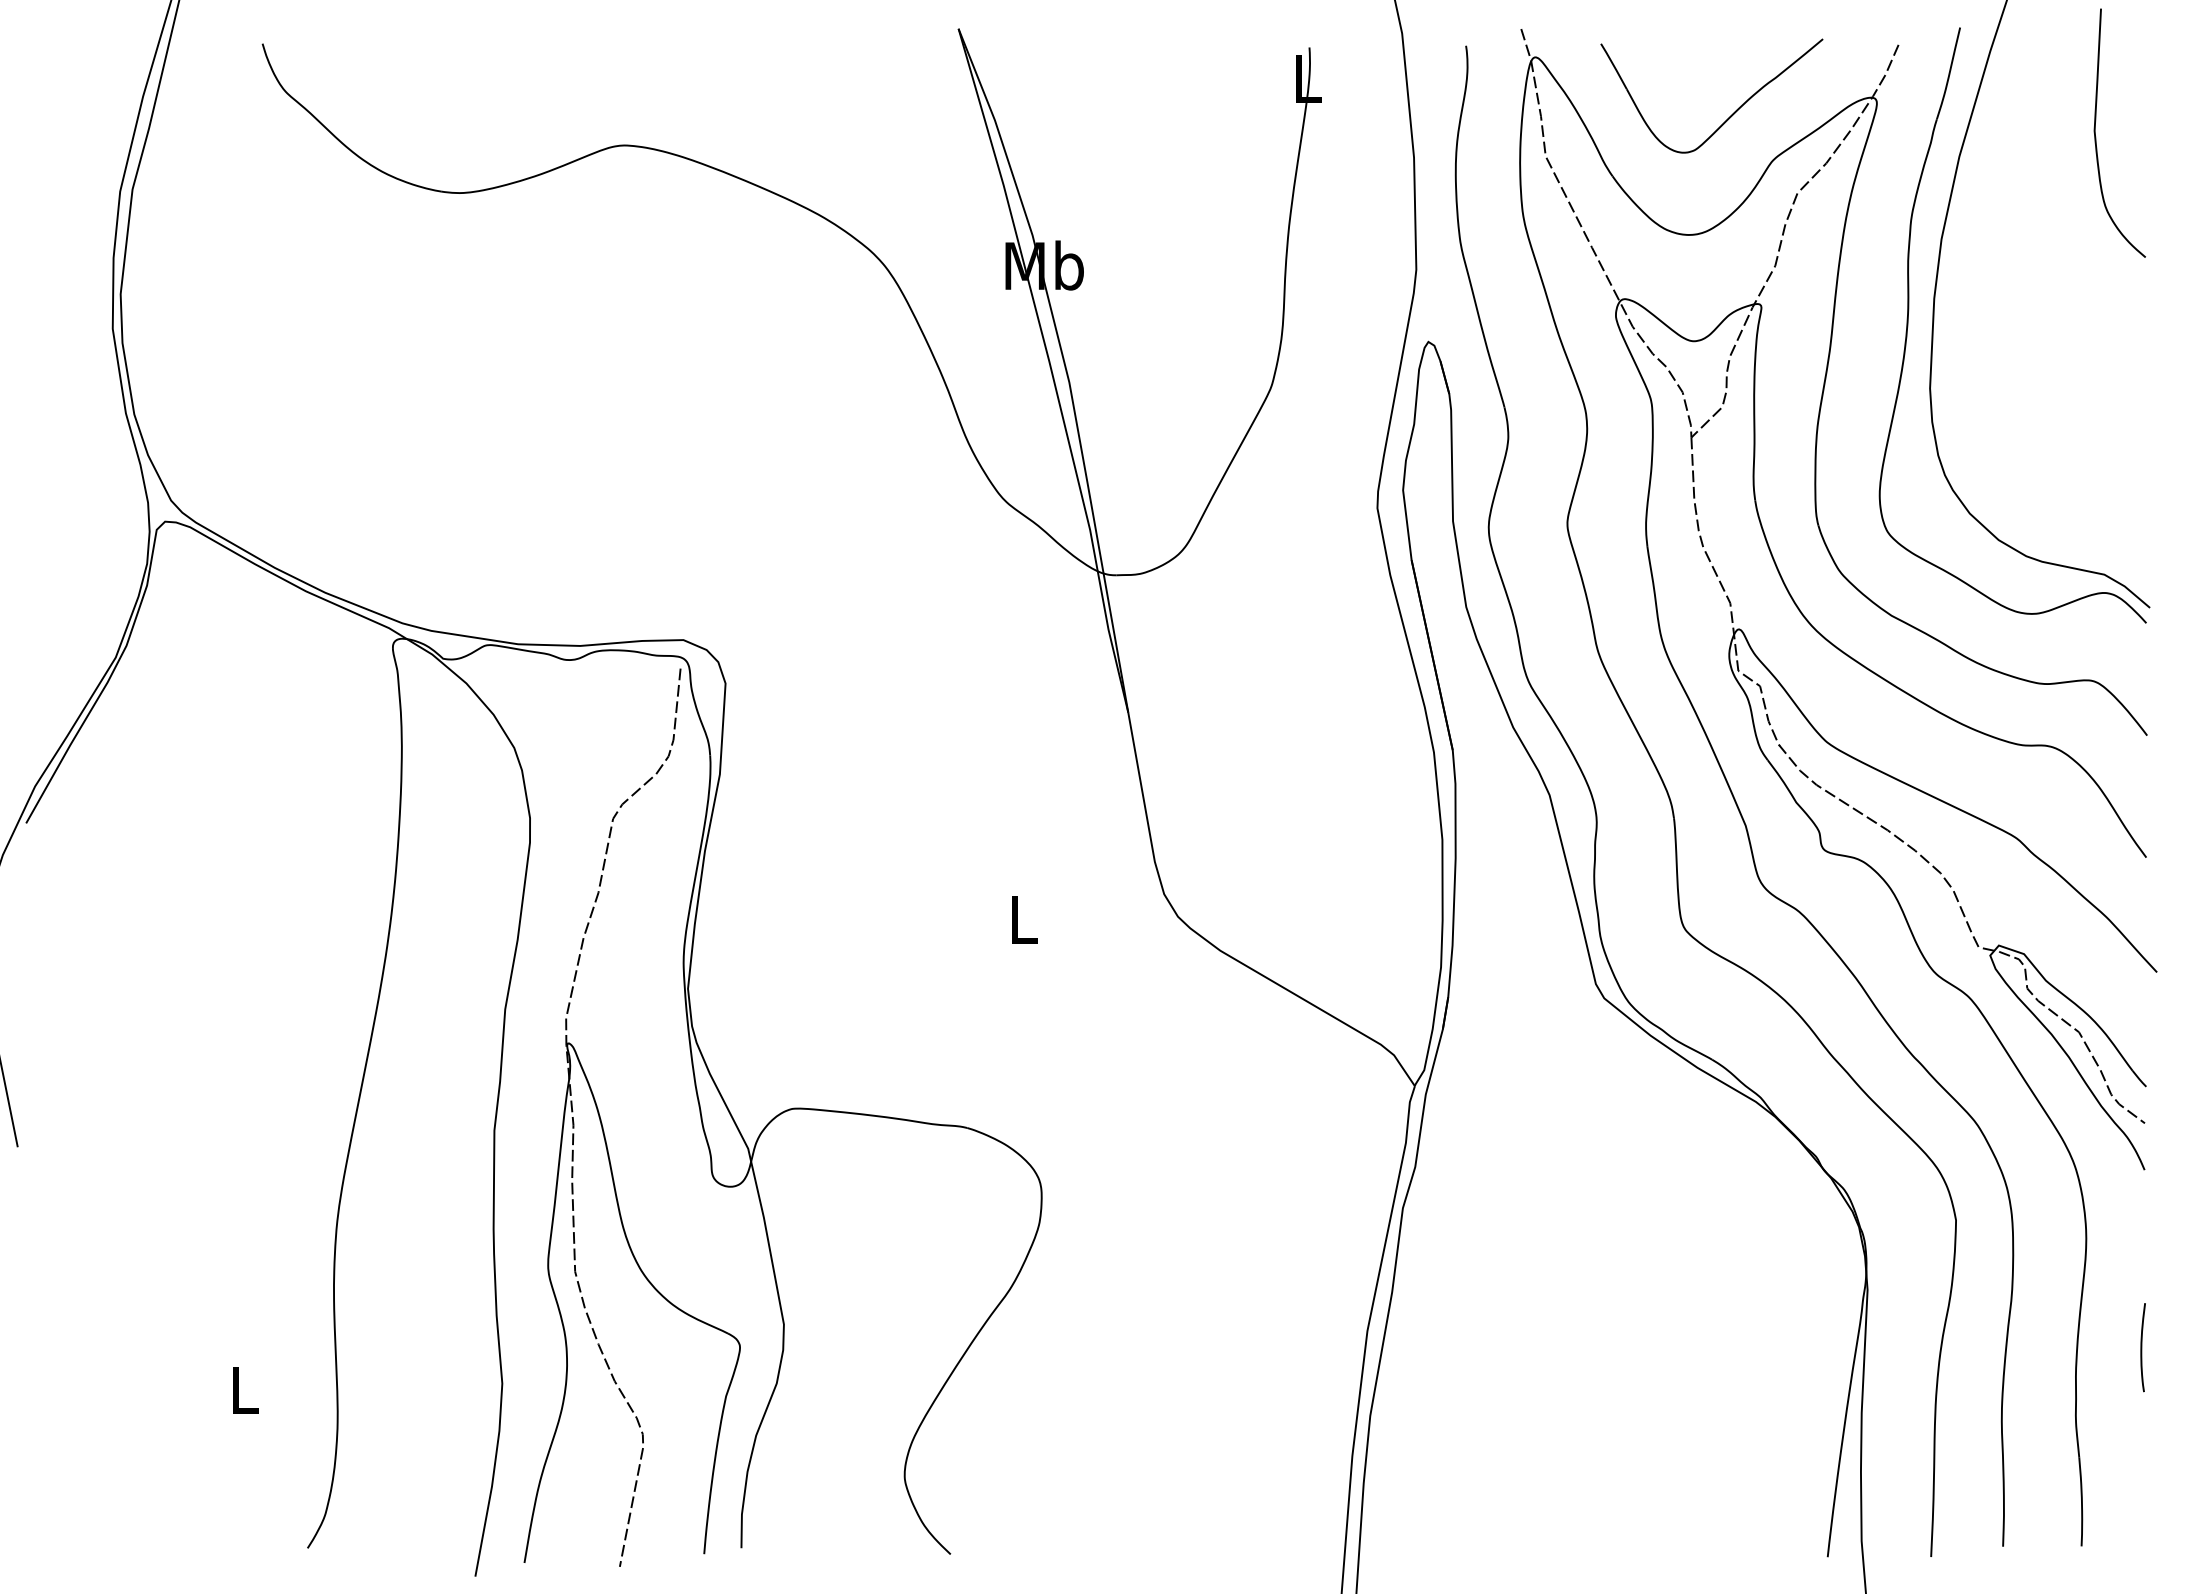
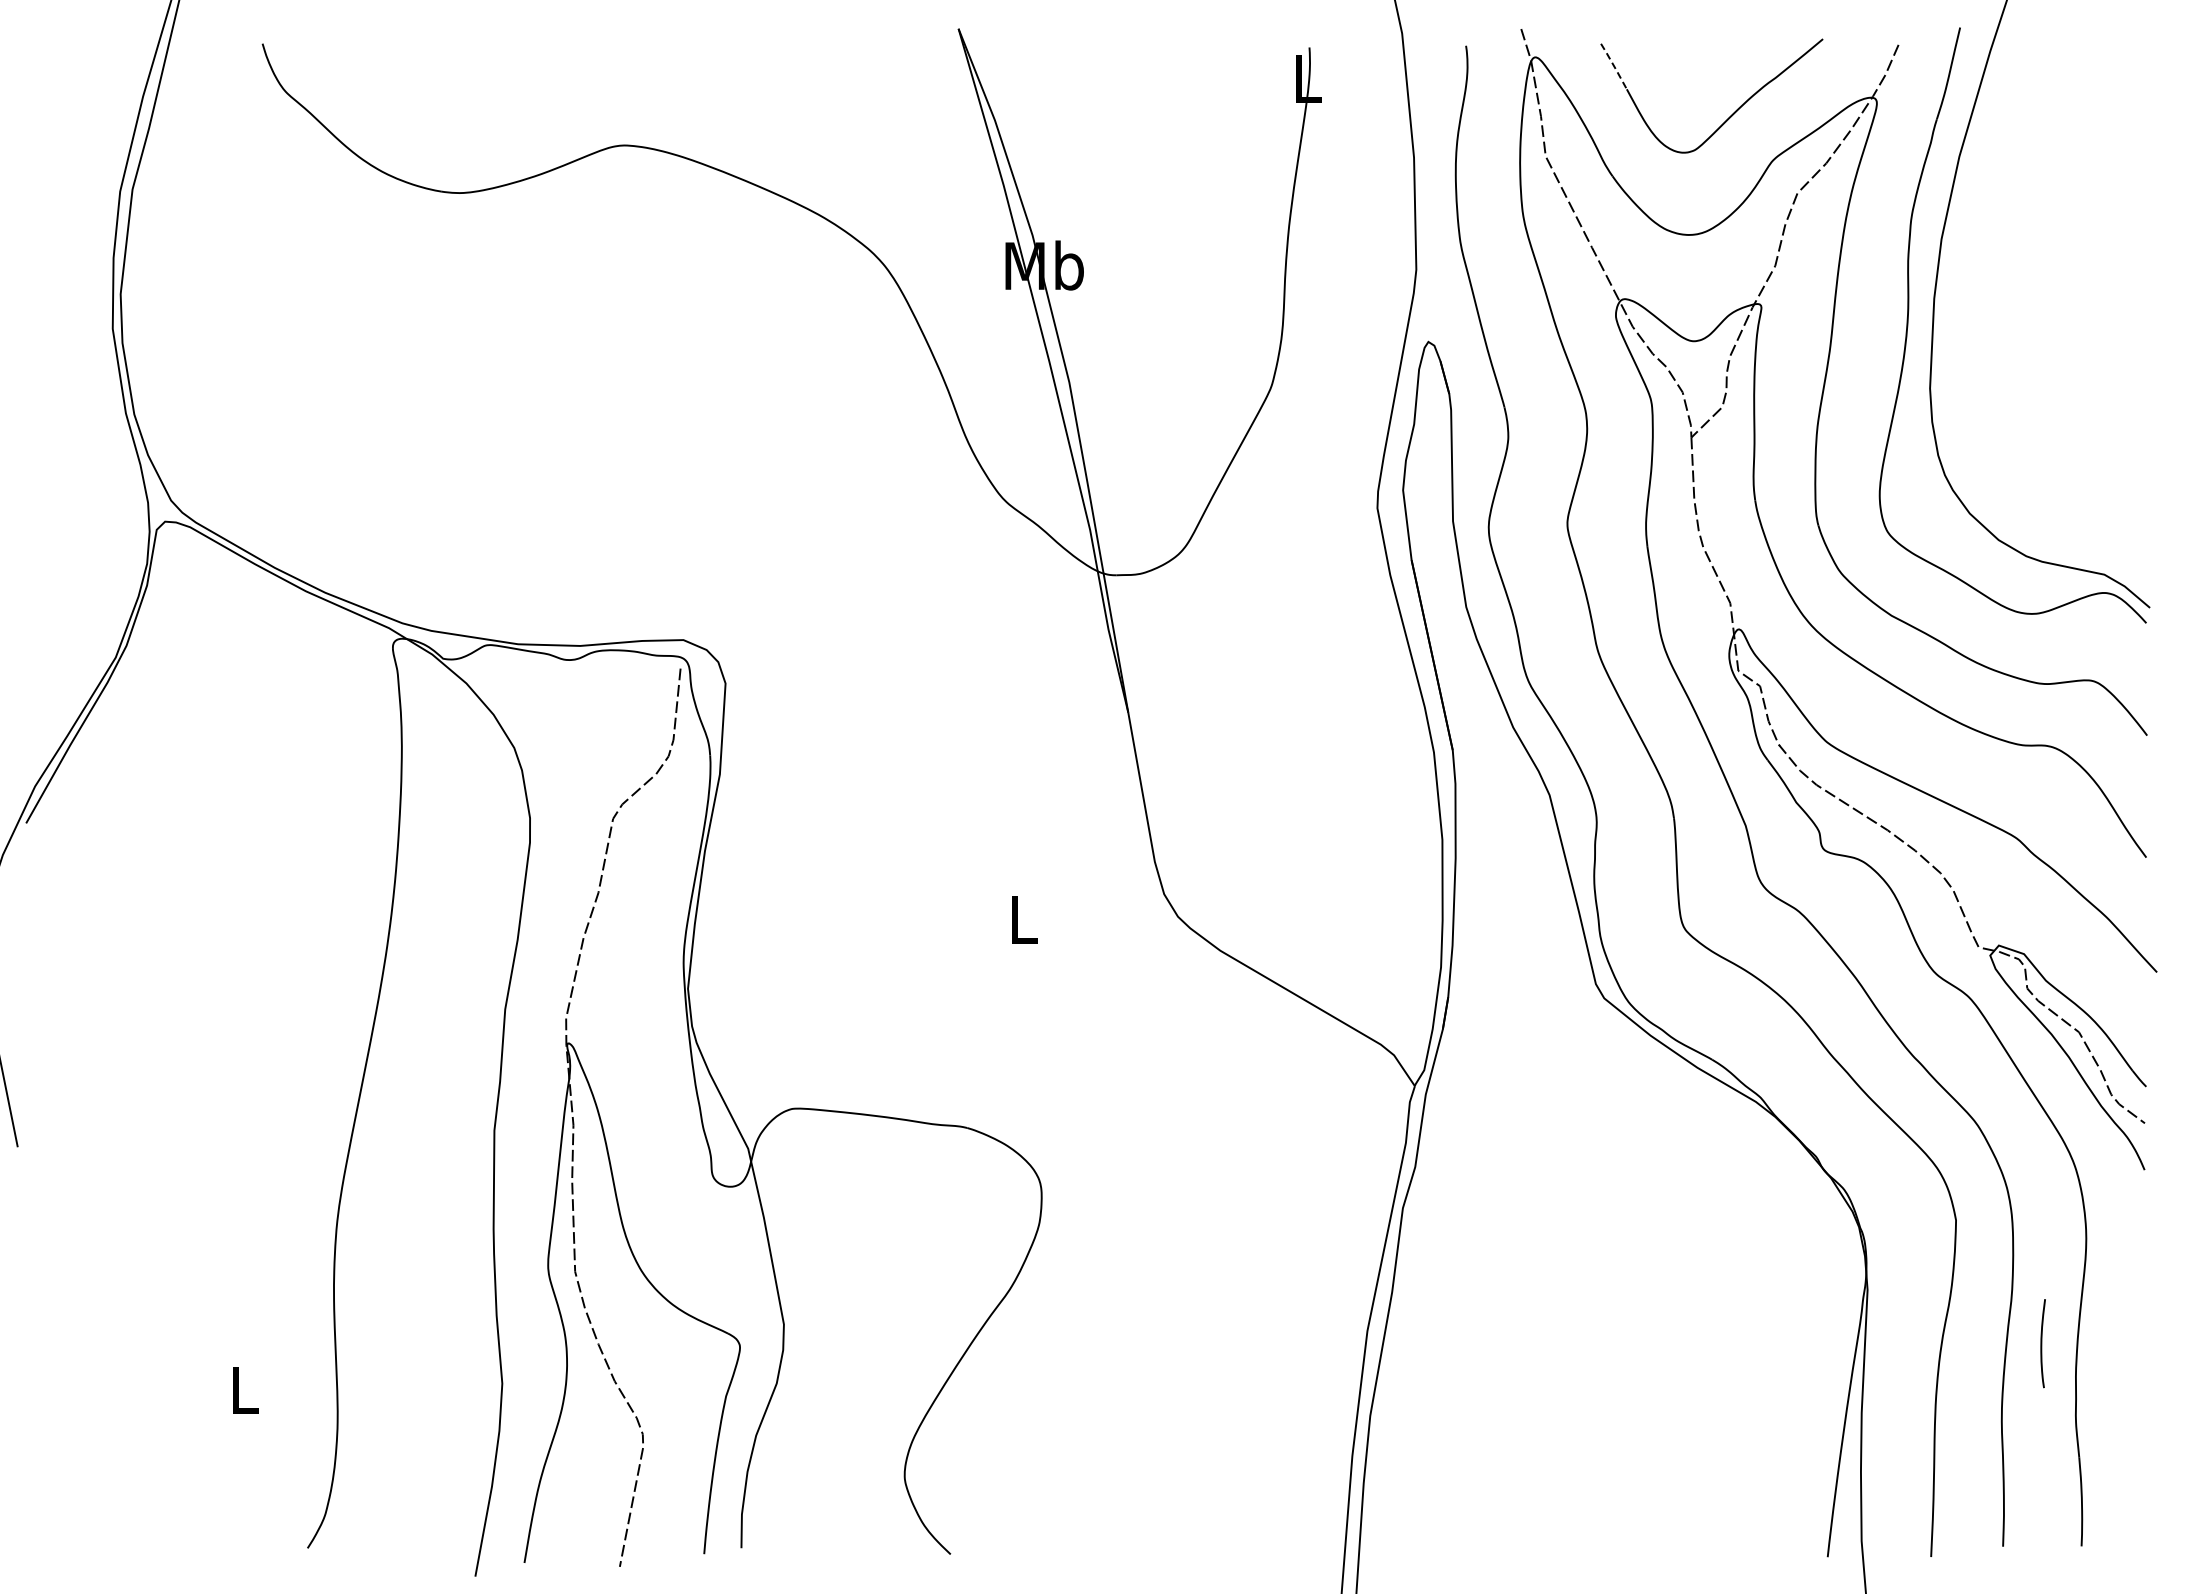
line at (1614, 66): solid -> dashed
curve at (2096, 137): present -> none
curve at (2142, 1347) position: (2142, 1347) -> (2042, 1343)
